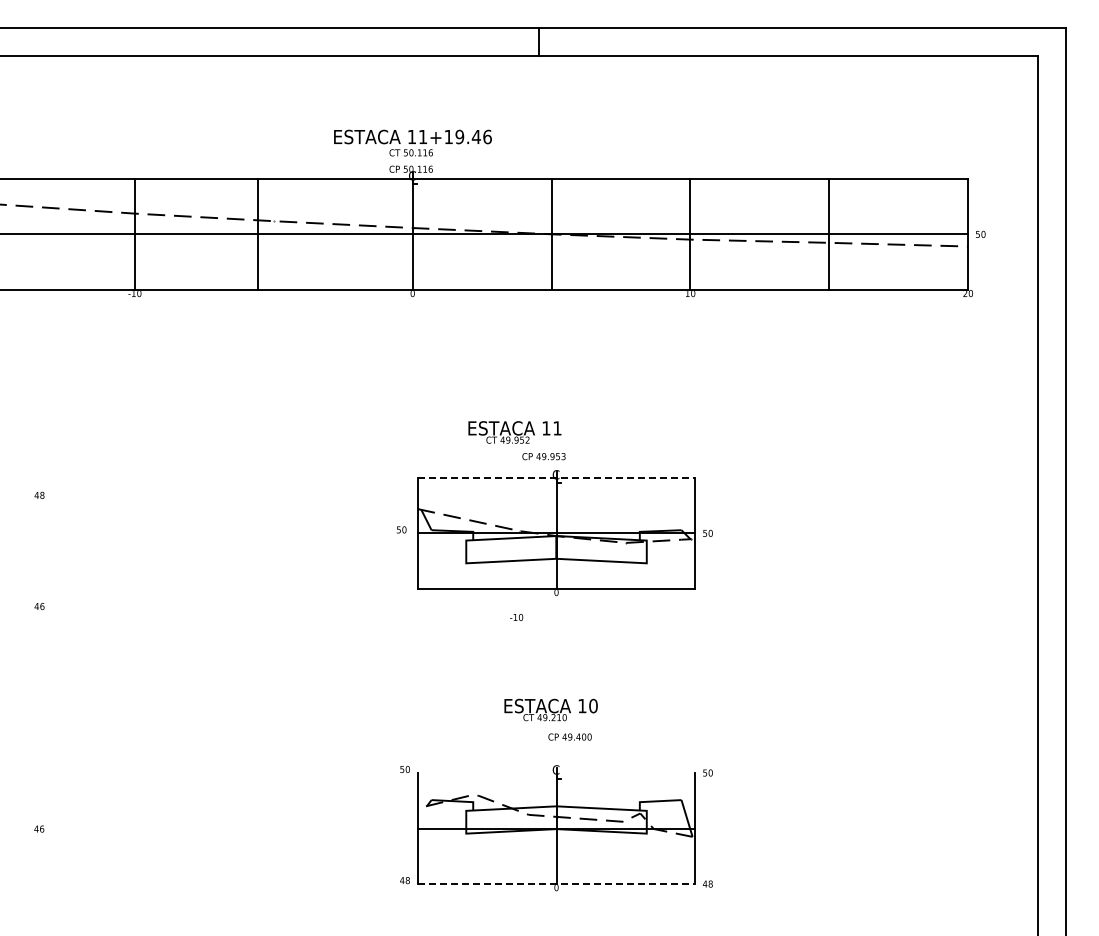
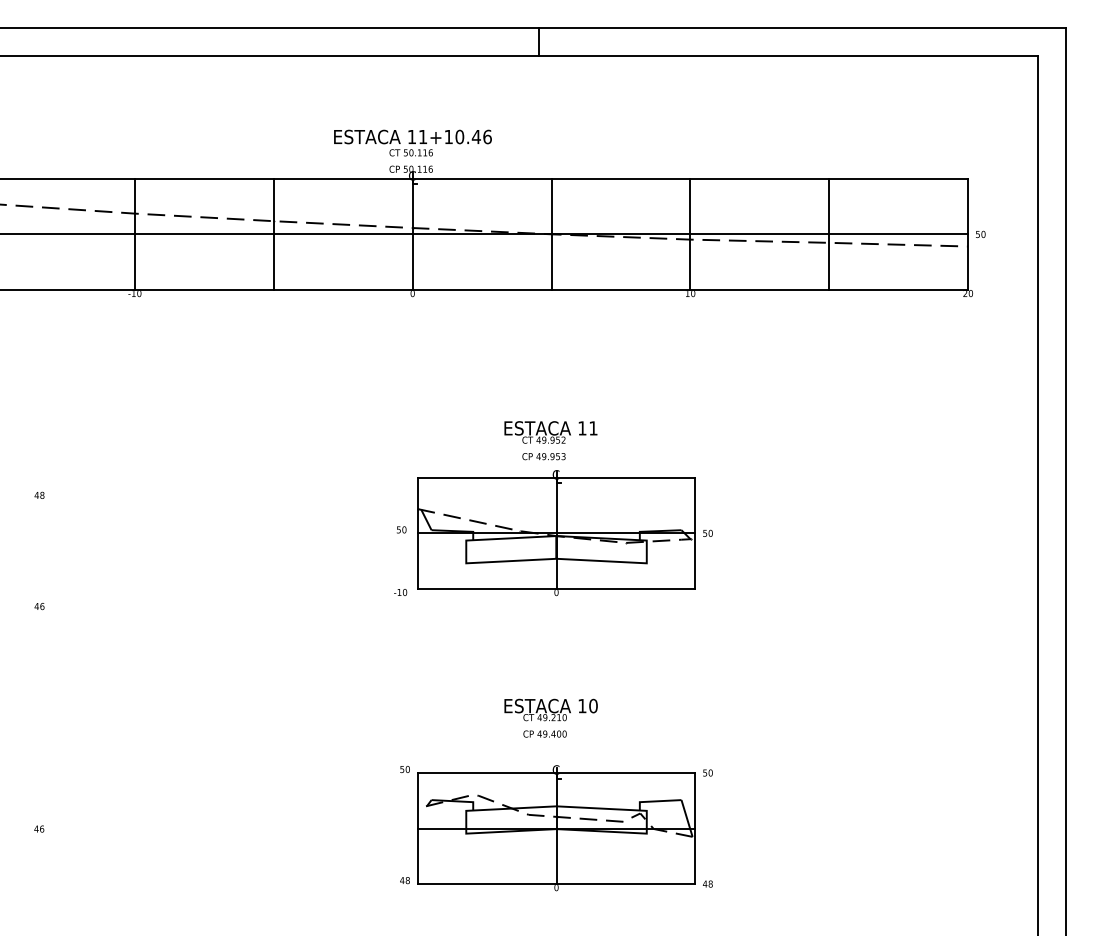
text at (459, 137): 11+19.46 -> 11+10.46
line at (257, 234) position: (257, 234) -> (273, 234)
text at (514, 432) position: (514, 432) -> (550, 432)
line at (556, 477): dashed -> solid
text at (516, 617) position: (516, 617) -> (400, 592)
text at (569, 736) position: (569, 736) -> (544, 733)
line at (556, 773): none -> present
line at (556, 884): dashed -> solid
